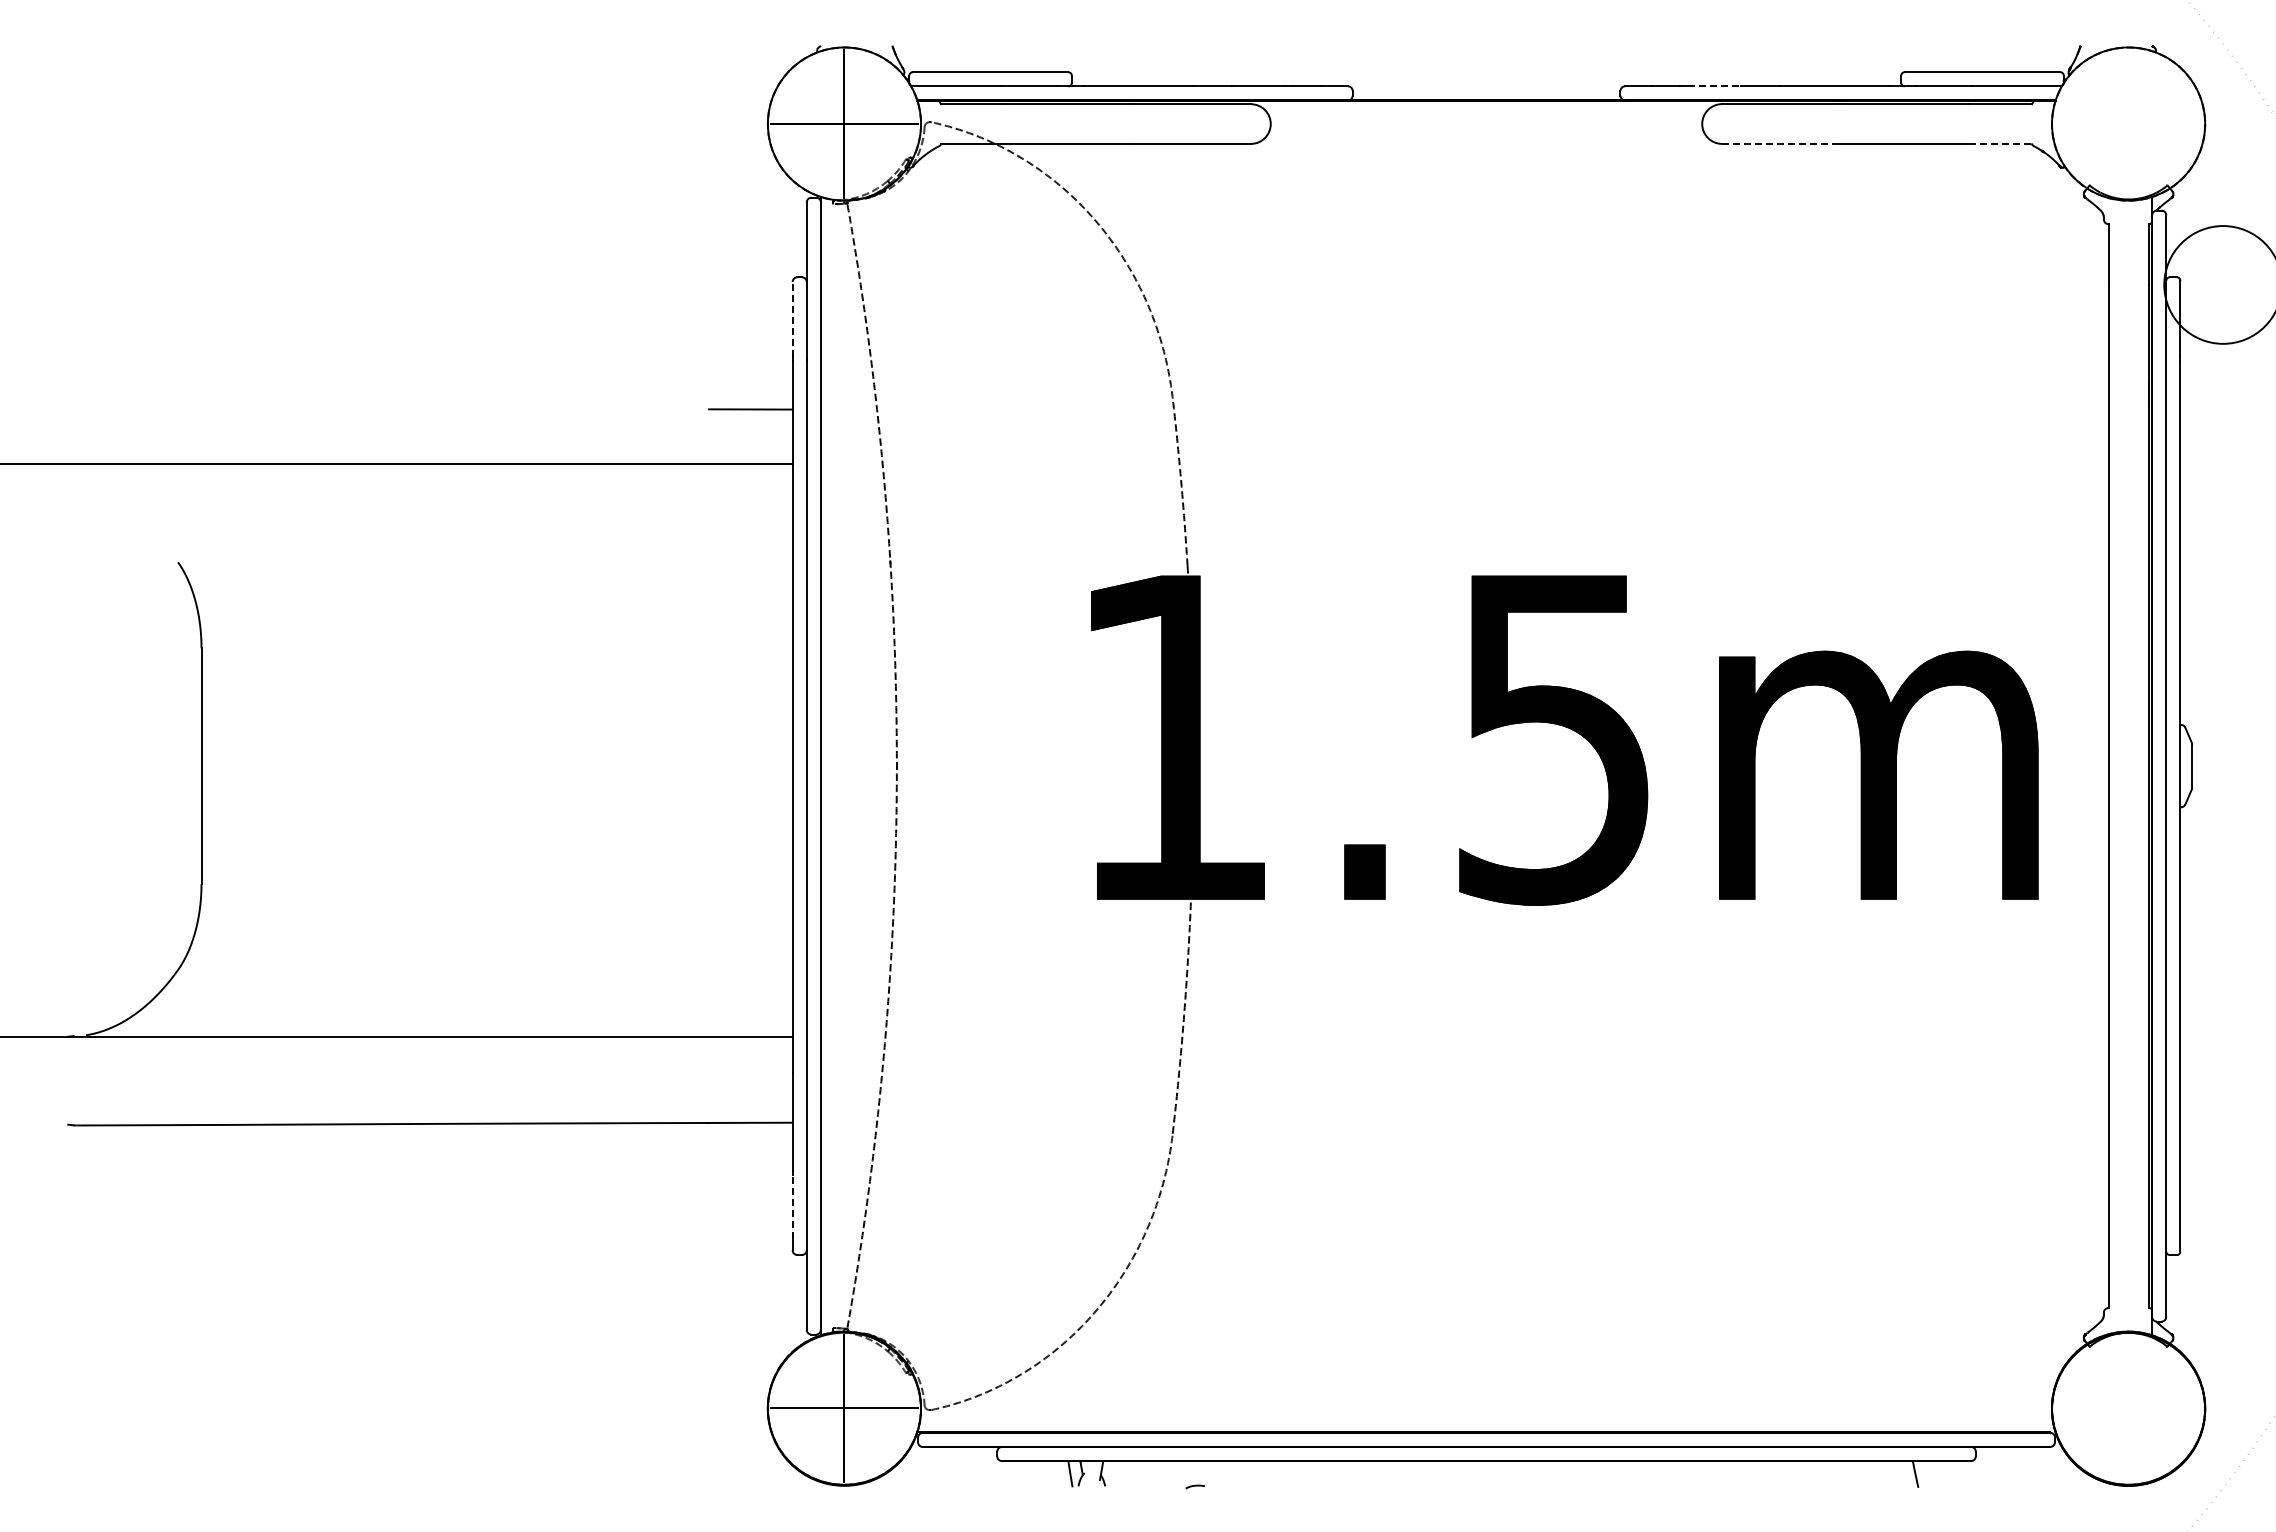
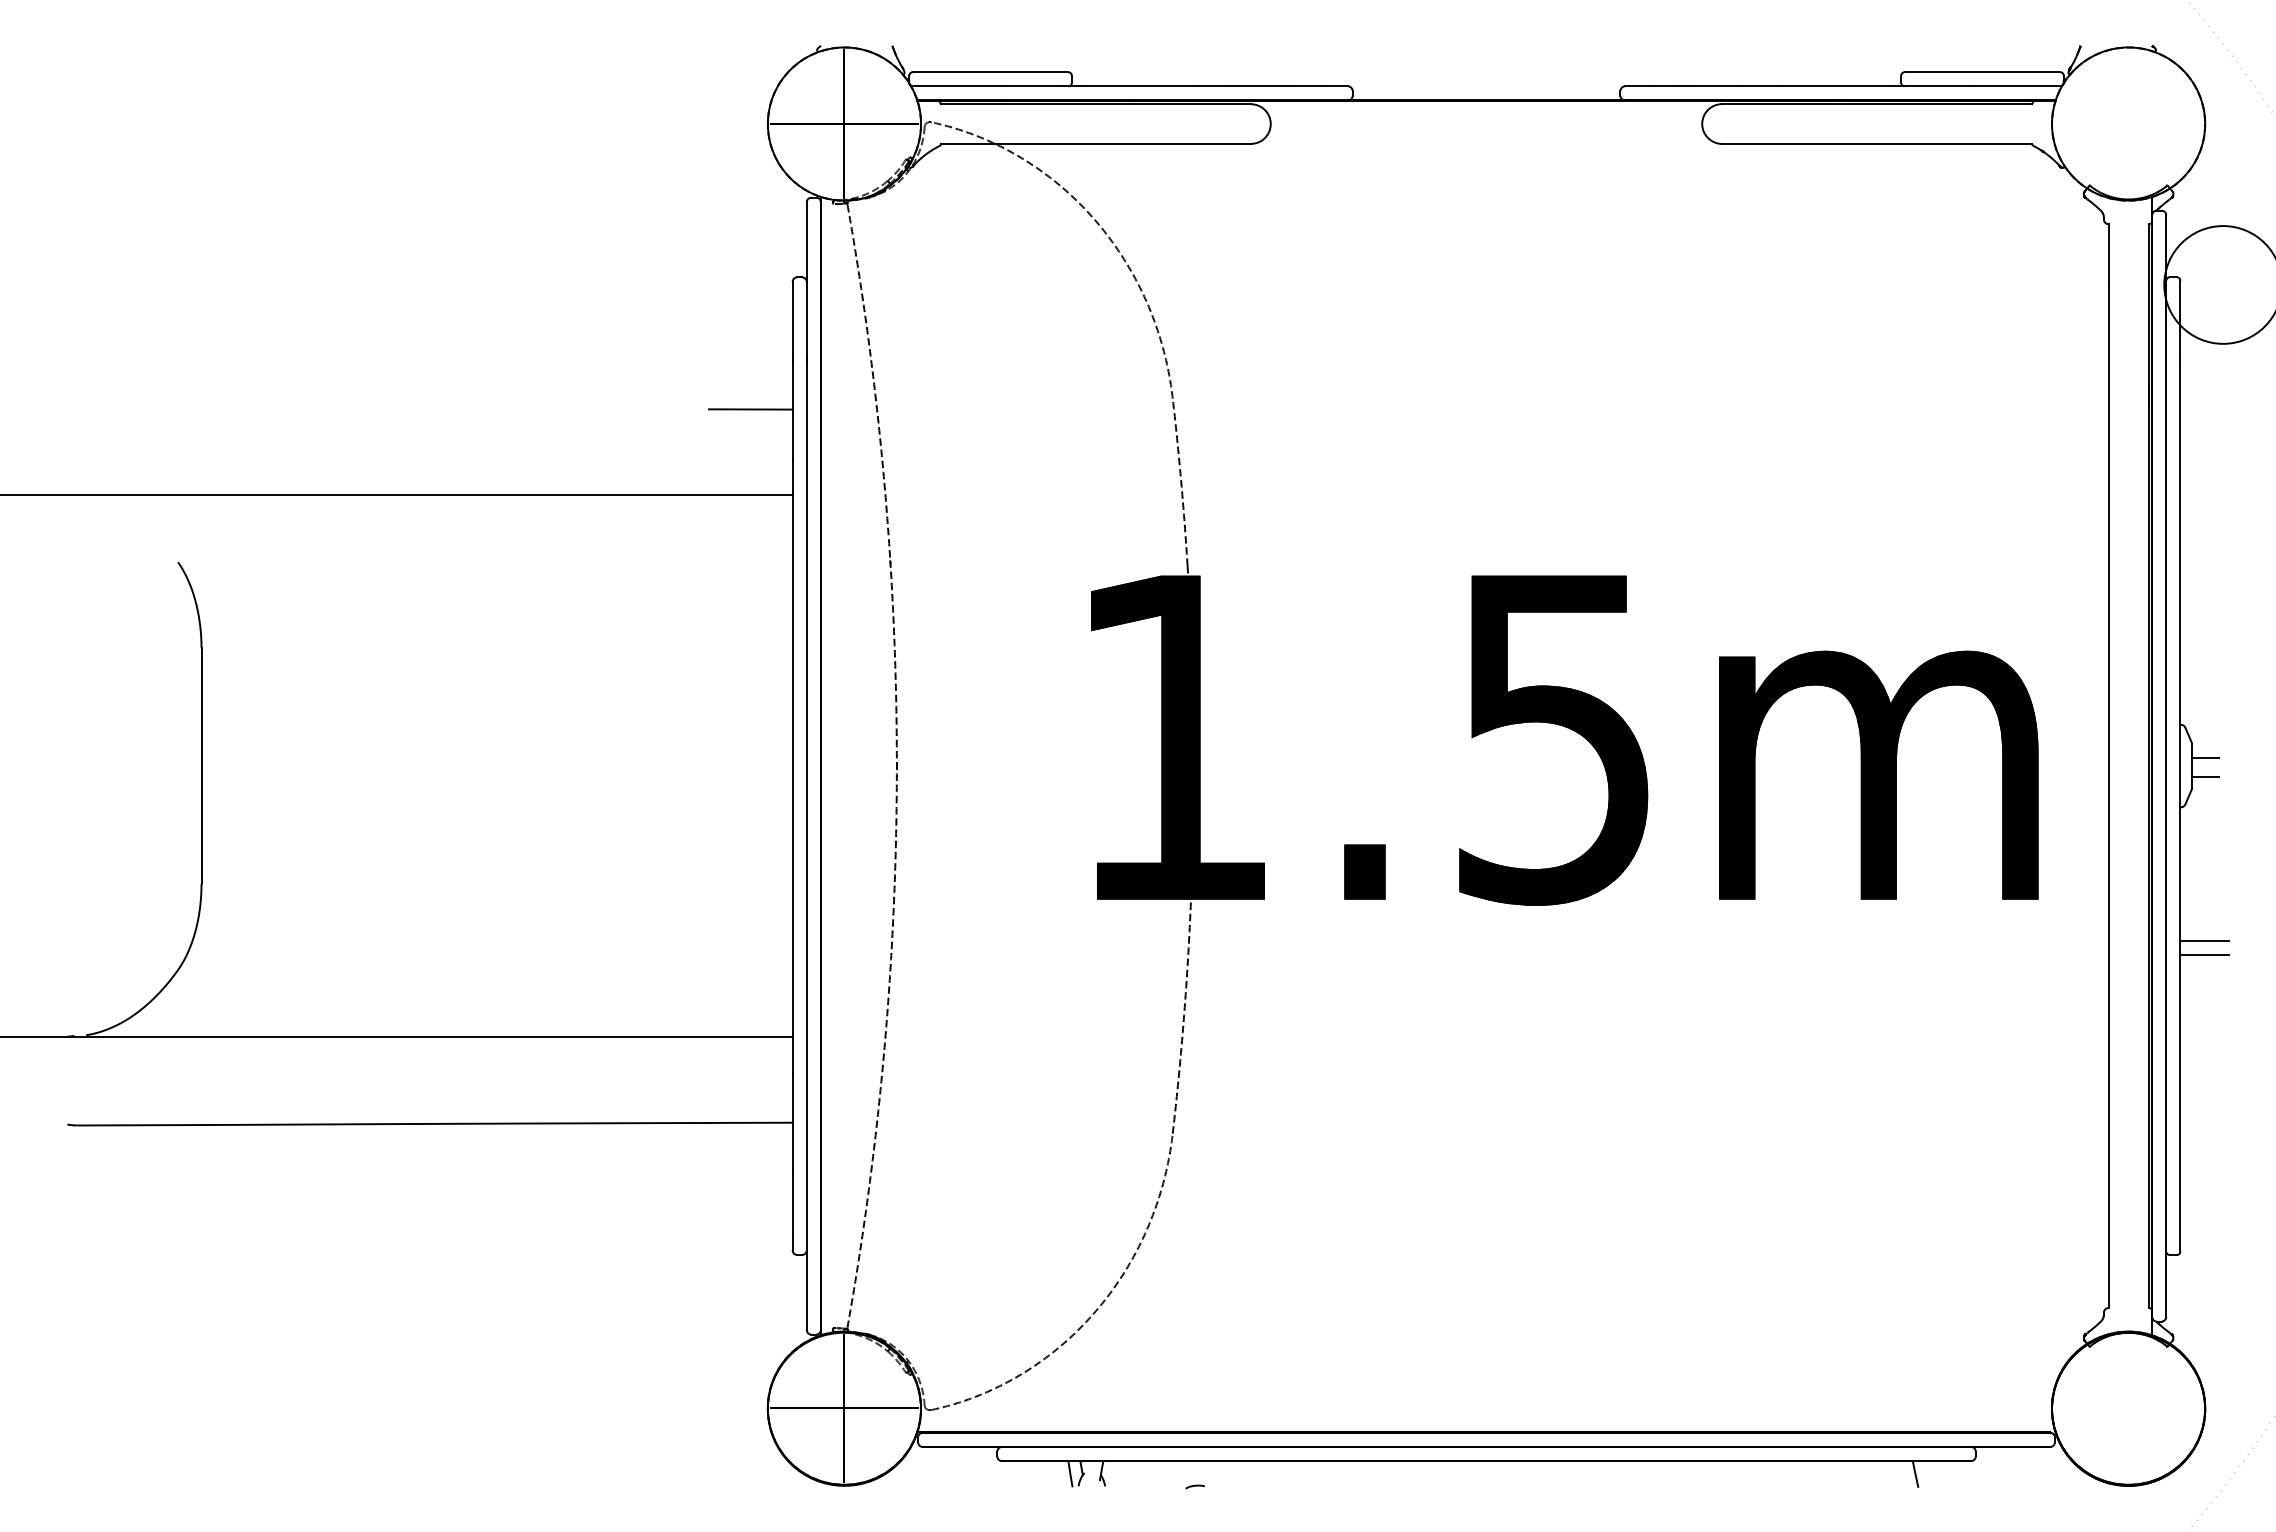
line at (1714, 86): dashed -> solid
line at (1781, 143): dashed -> solid
line at (2000, 143): dashed -> solid
line at (792, 319): dashed -> solid
line at (397, 463) position: (397, 463) -> (397, 494)
line at (2205, 757): none -> present
line at (2205, 776): none -> present
line at (2205, 940): none -> present
line at (2205, 955): none -> present
line at (792, 1206): dashed -> solid
